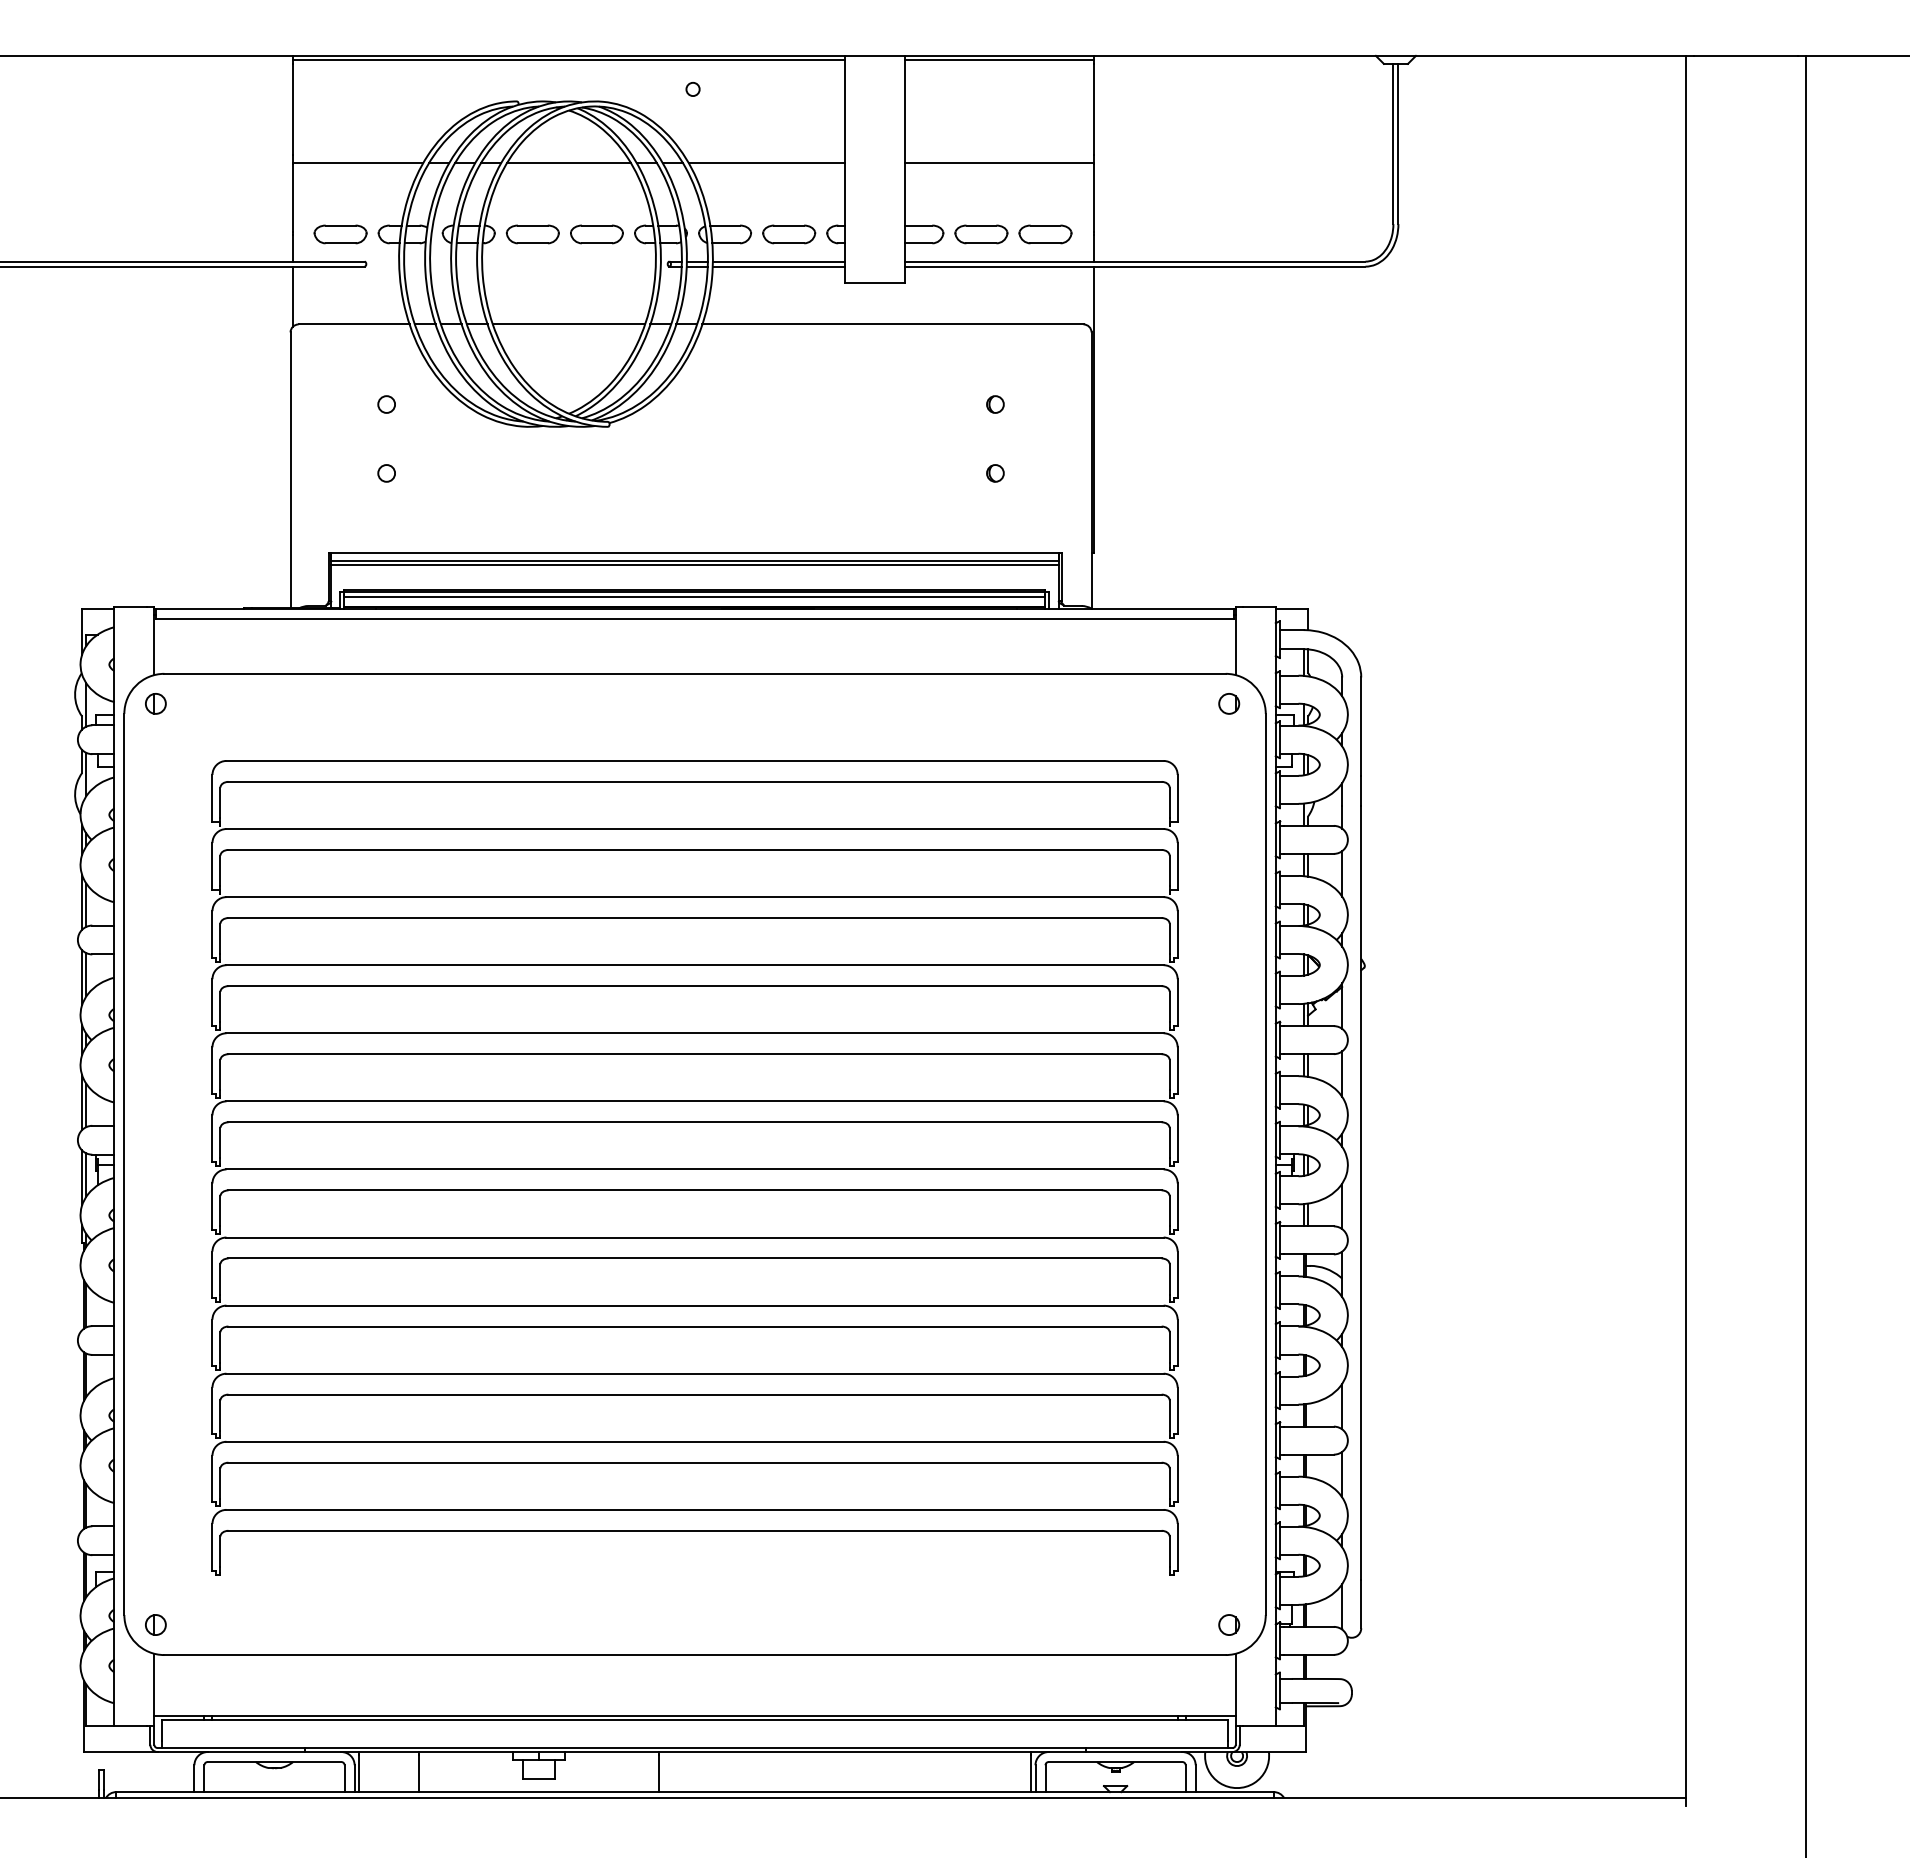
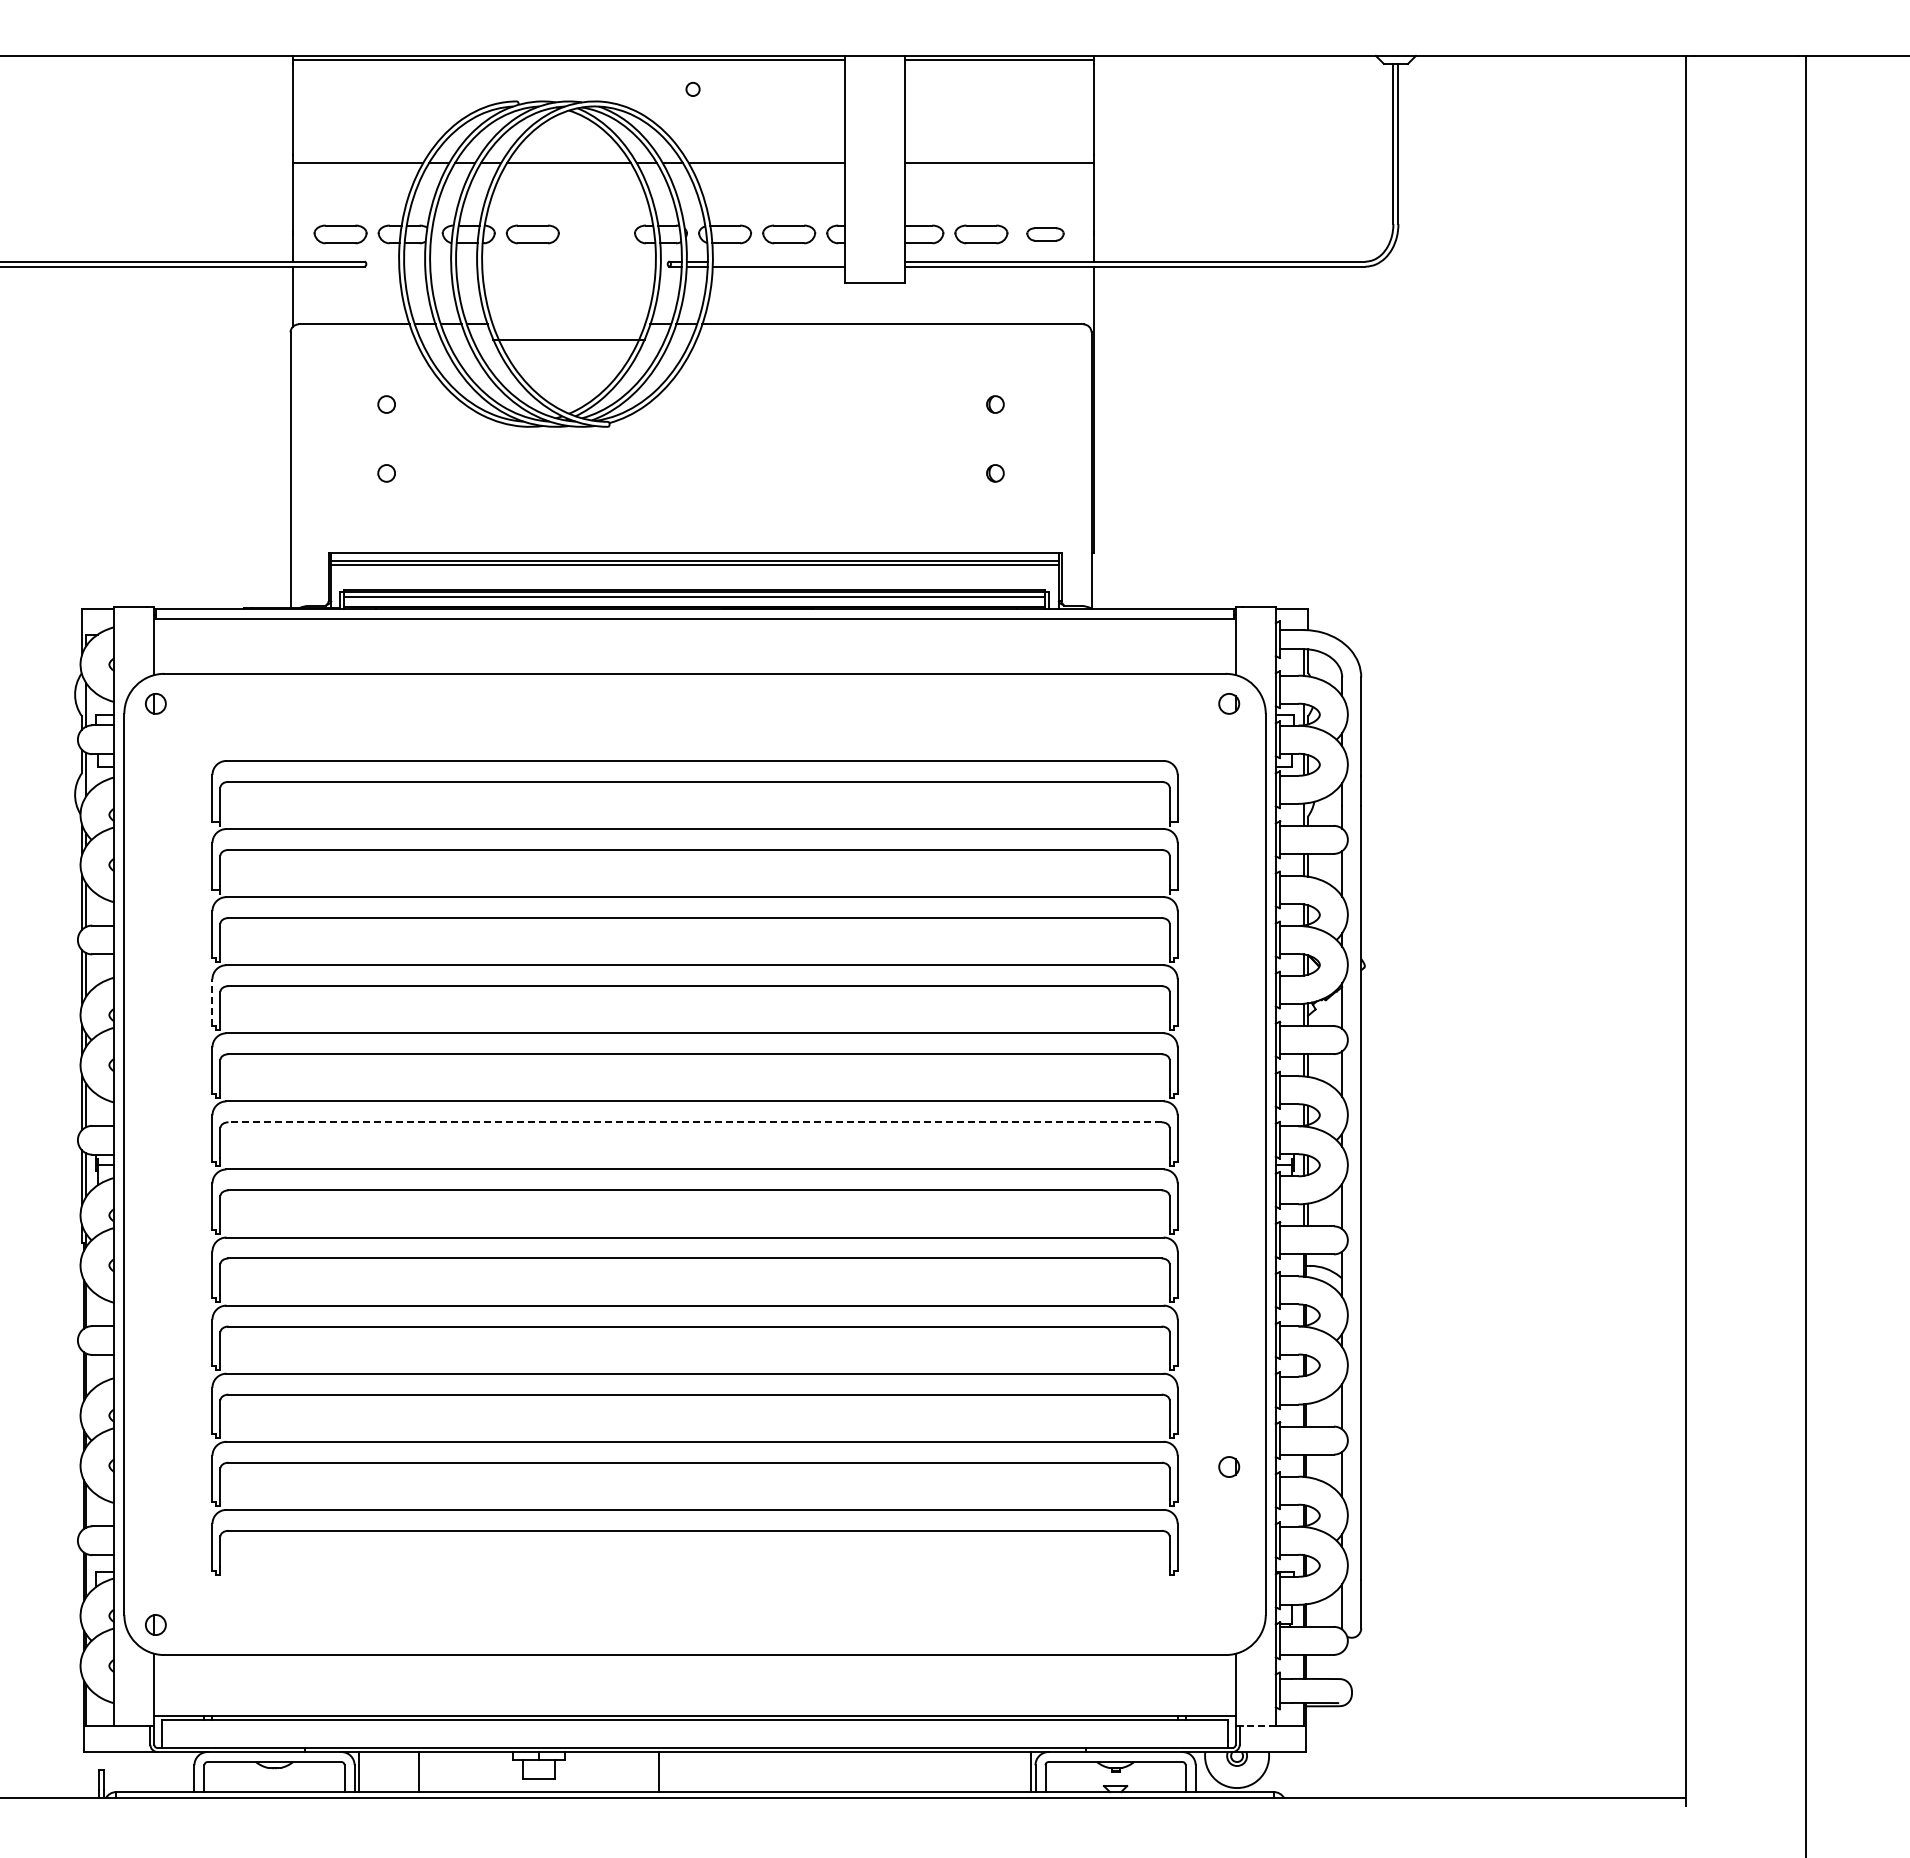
part at (596, 234): present -> none
part at (1045, 234) size: 55x21 px -> 39x15 px
line at (778, 261): present -> none
line at (568, 324) position: (568, 324) -> (568, 340)
line at (212, 1002): solid -> dashed
line at (695, 1122): solid -> dashed
part at (1229, 1624) position: (1229, 1624) -> (1229, 1466)
line at (1258, 1725): solid -> dashed
